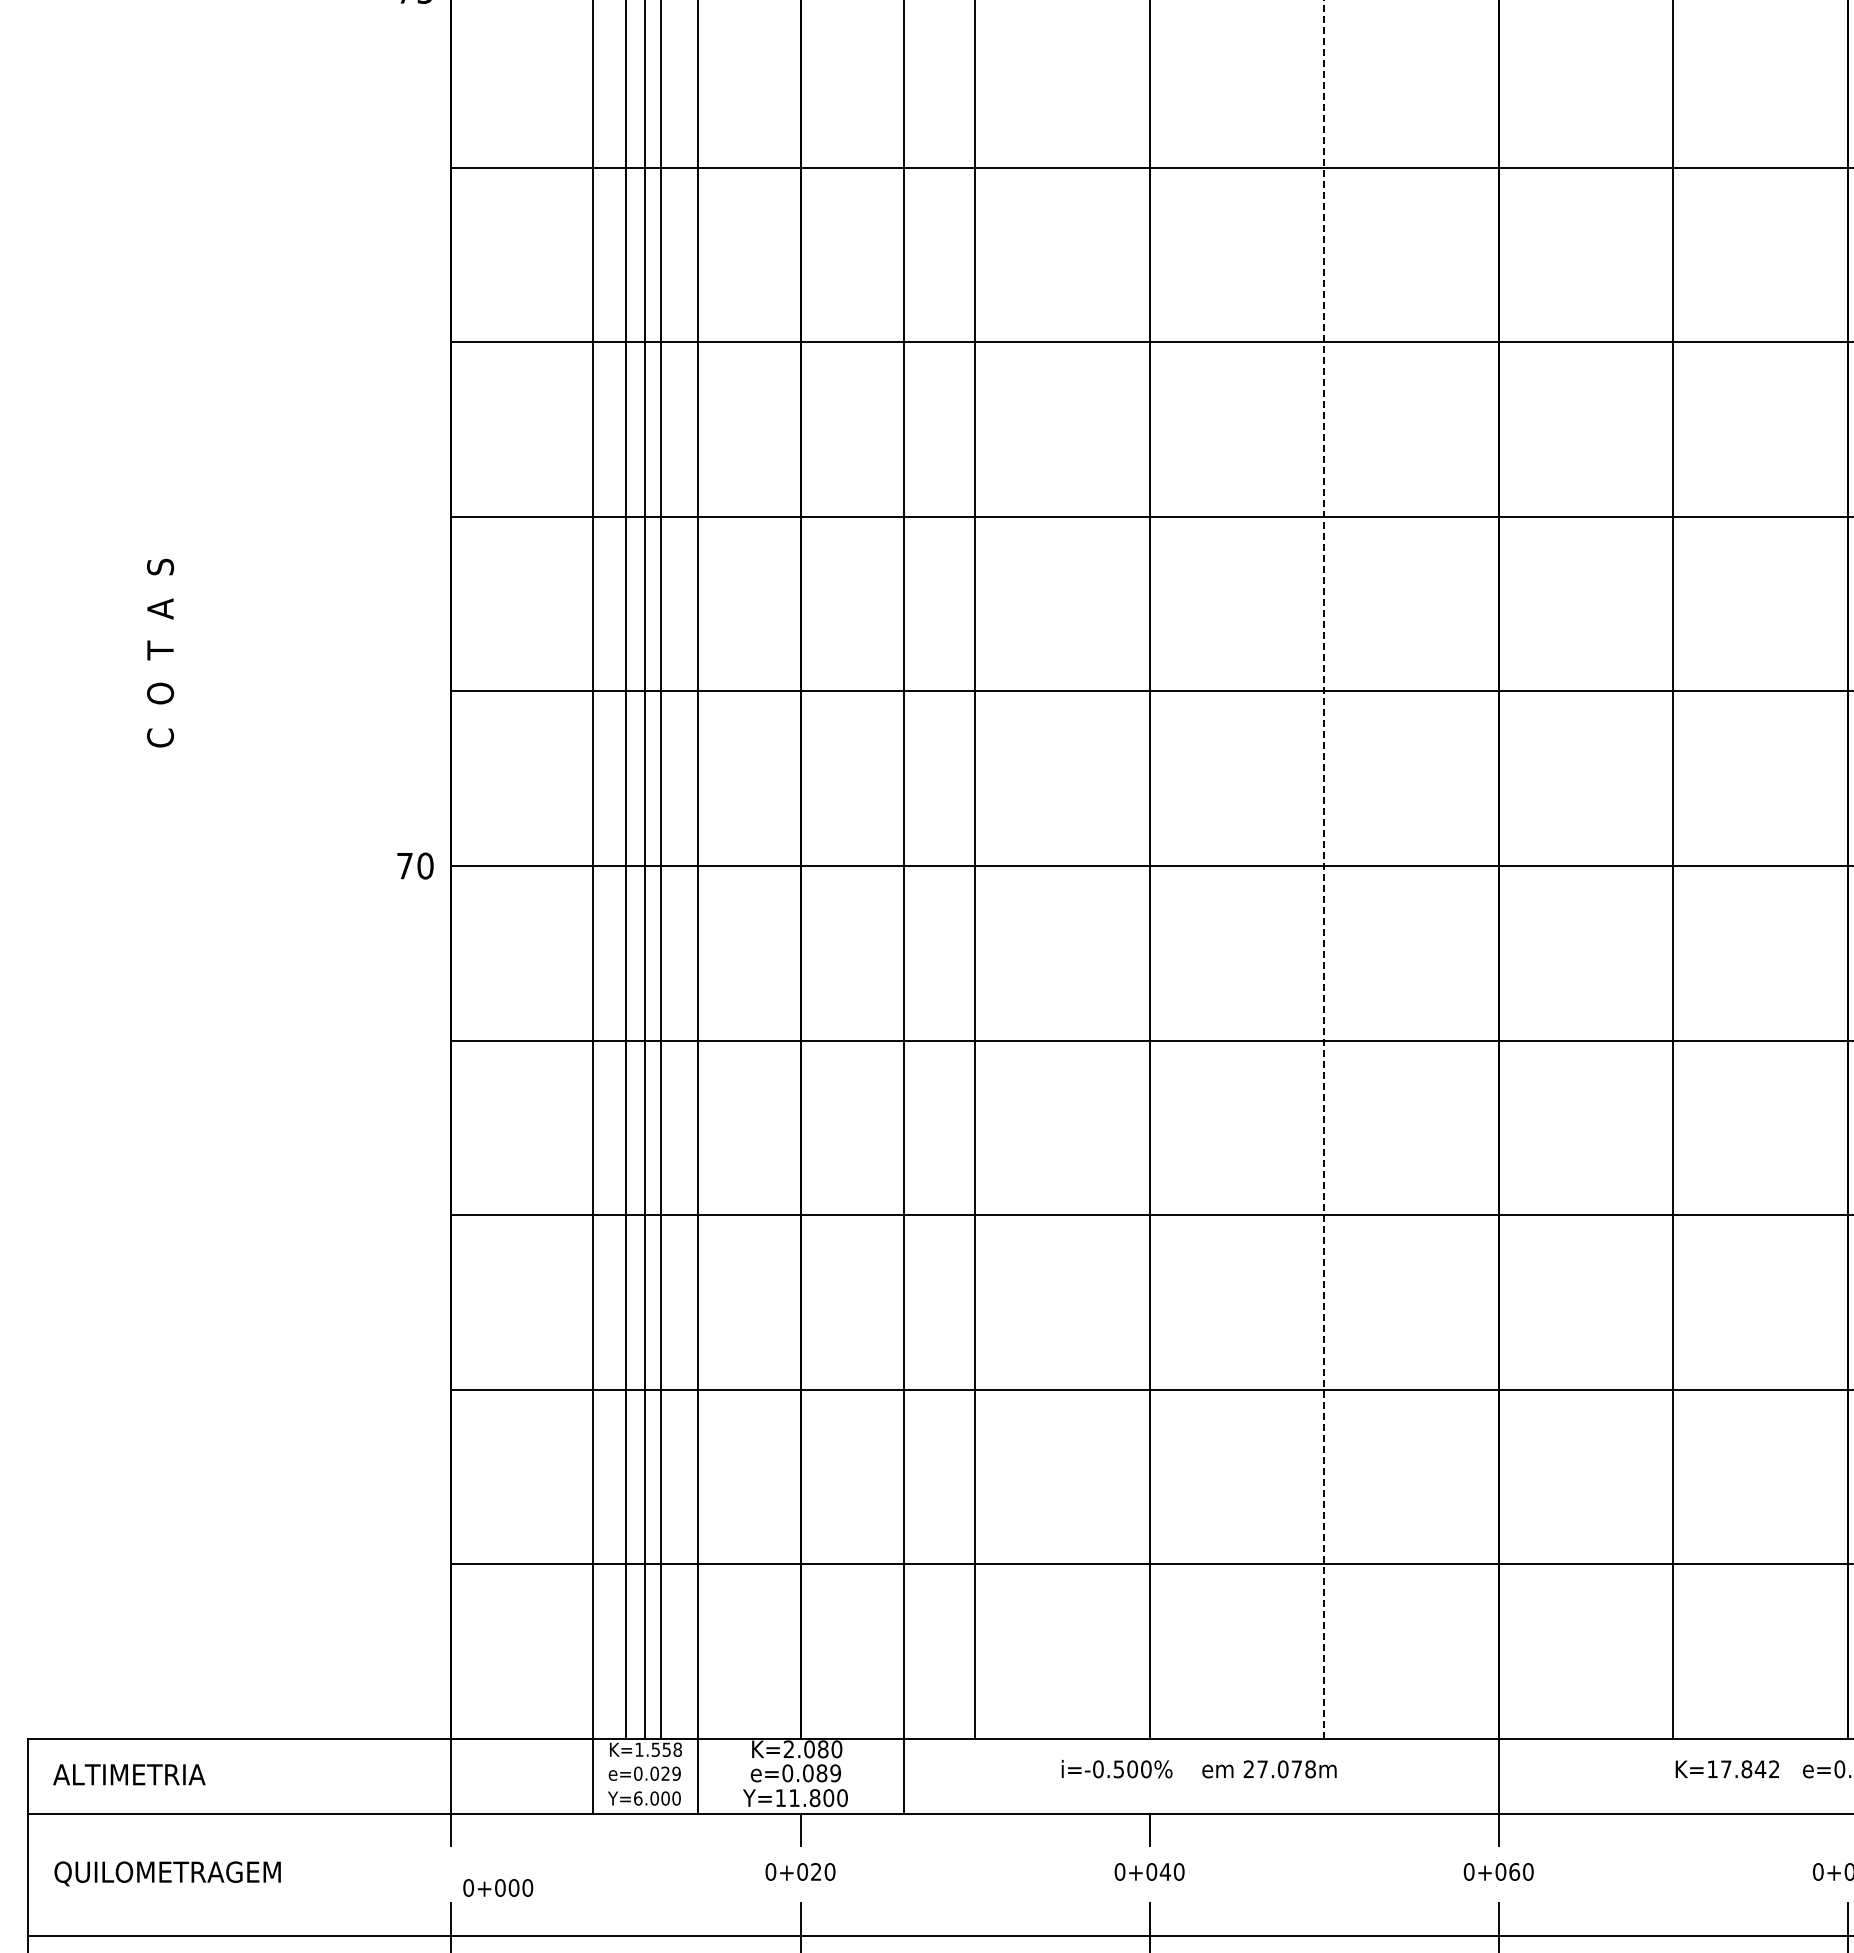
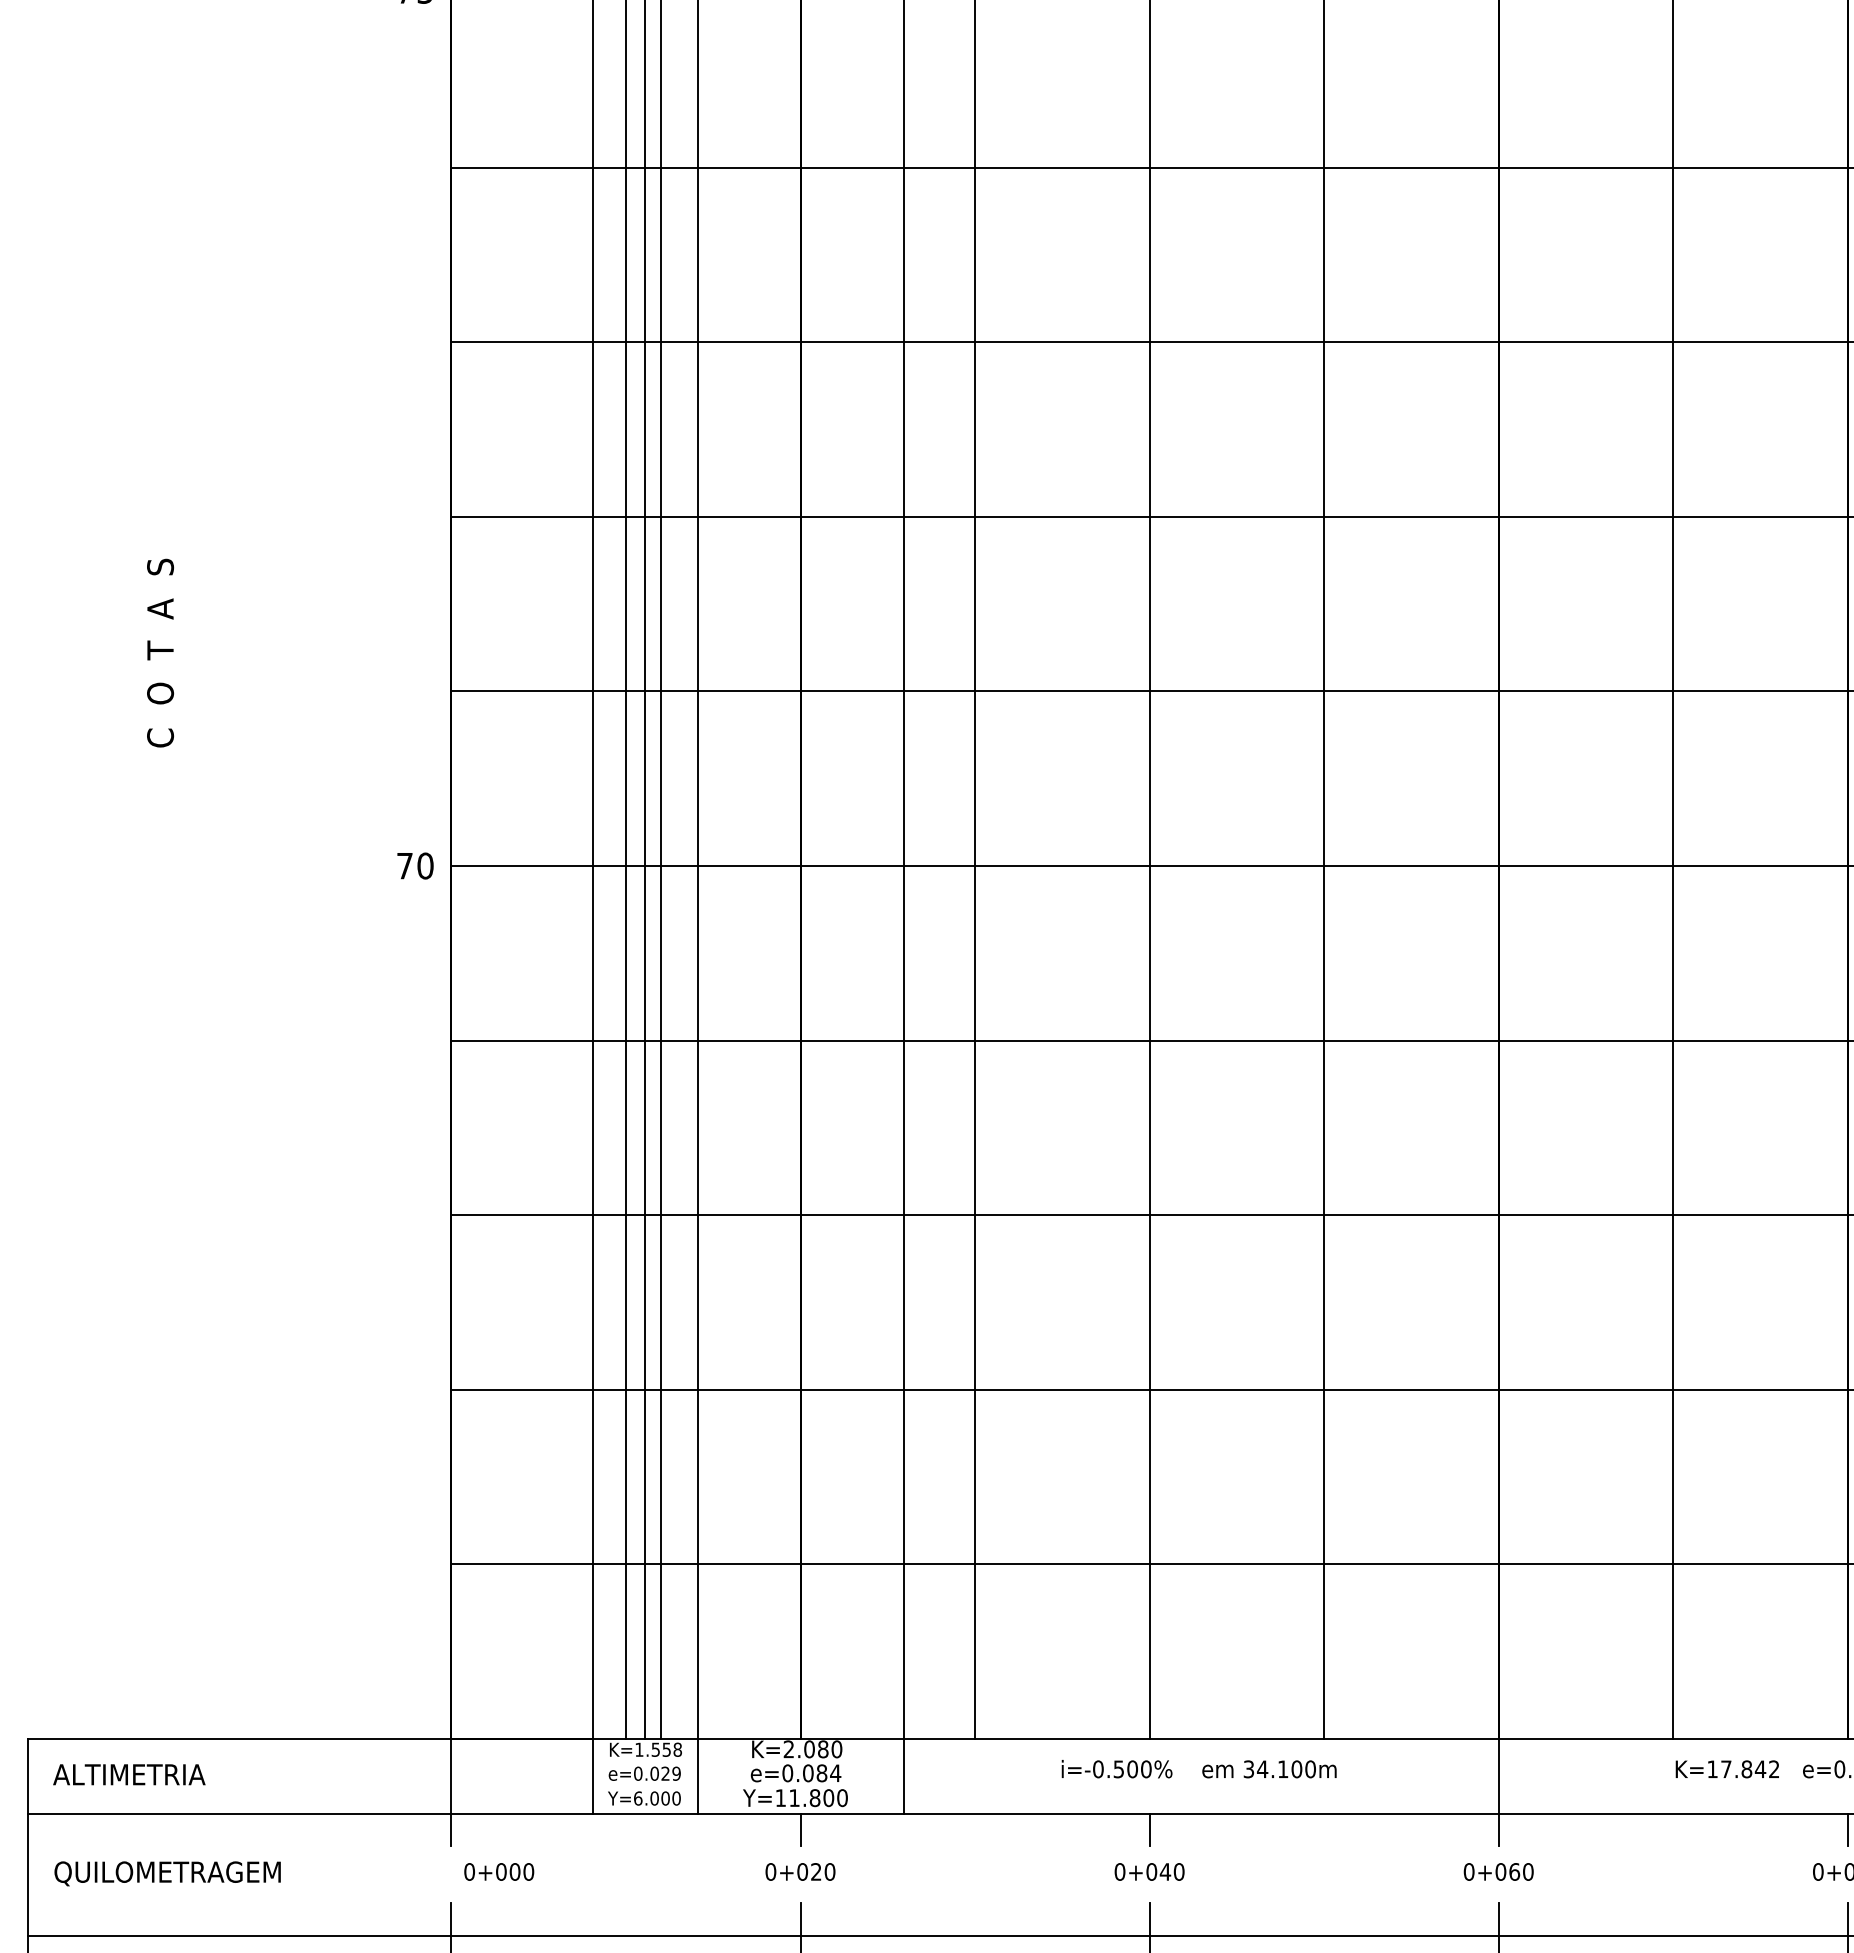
line at (1324, 869): dashed -> solid
text at (1279, 1769): 27.078m -> 34.100m
text at (835, 1773): e=0.089 -> e=0.084
line at (1847, 1829): none -> present
text at (498, 1887) position: (498, 1887) -> (499, 1871)
